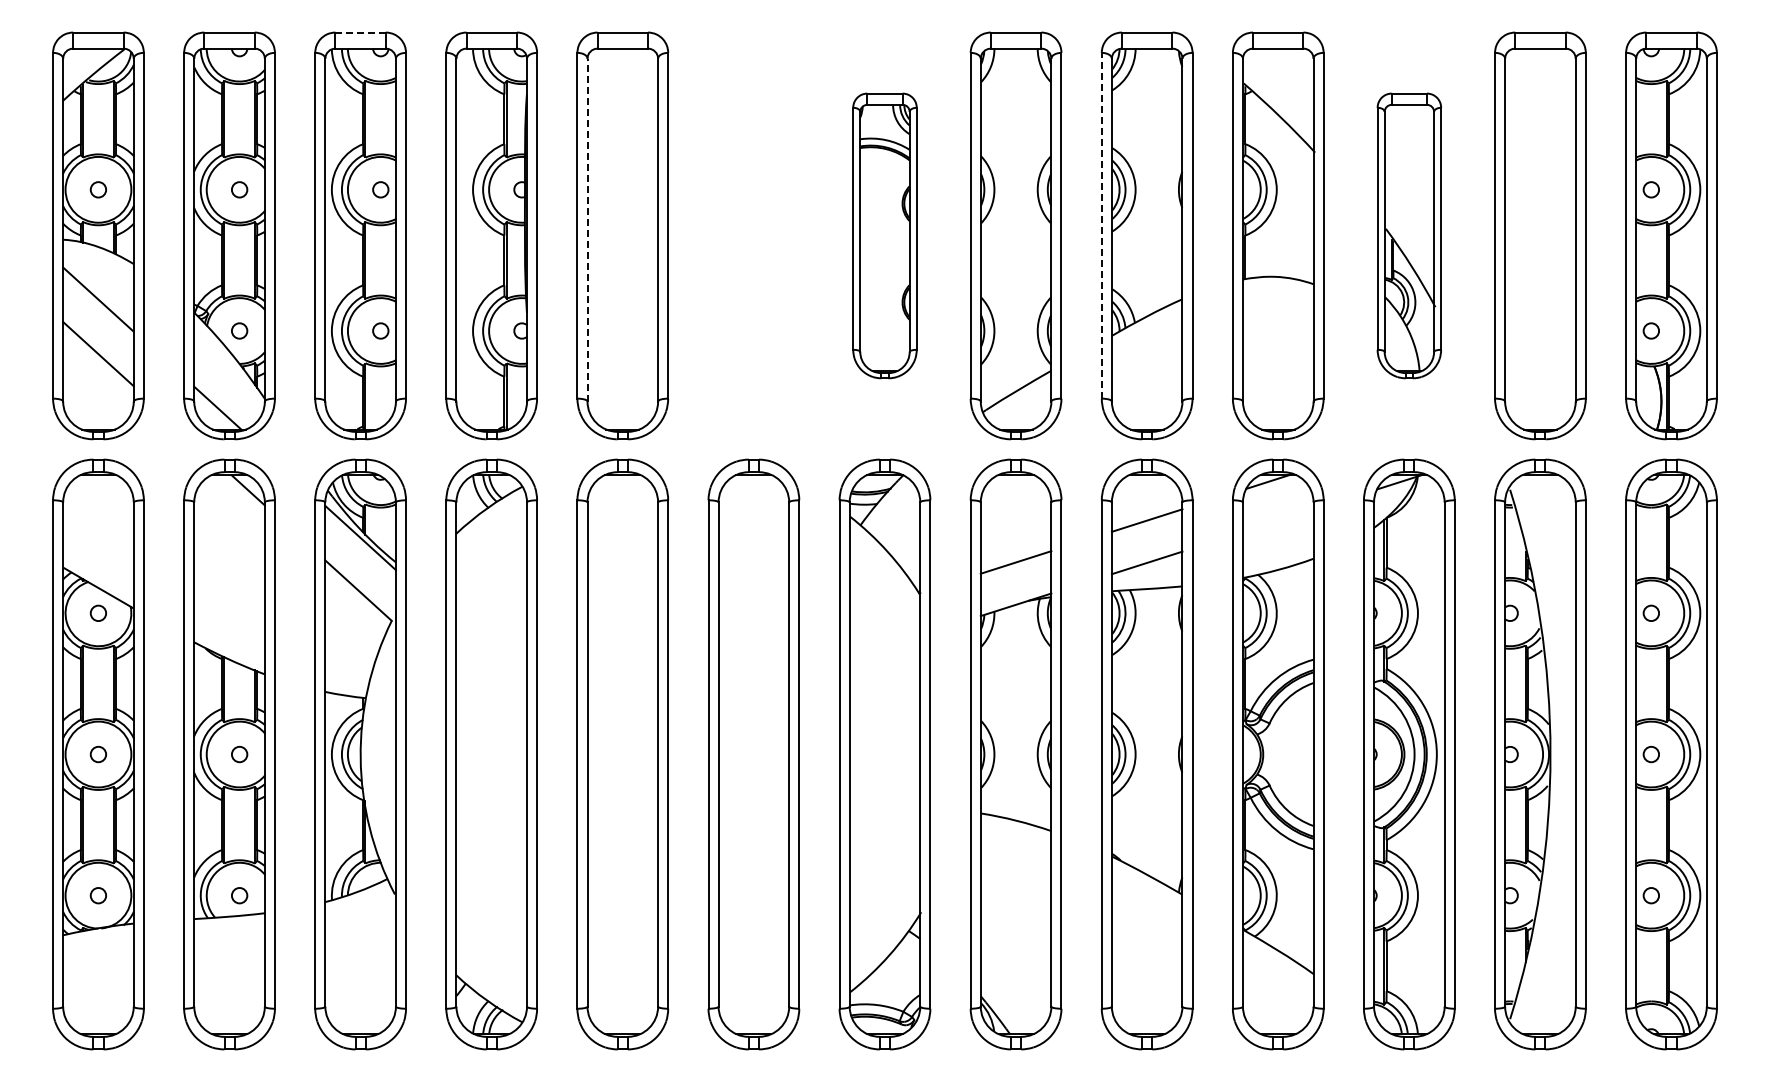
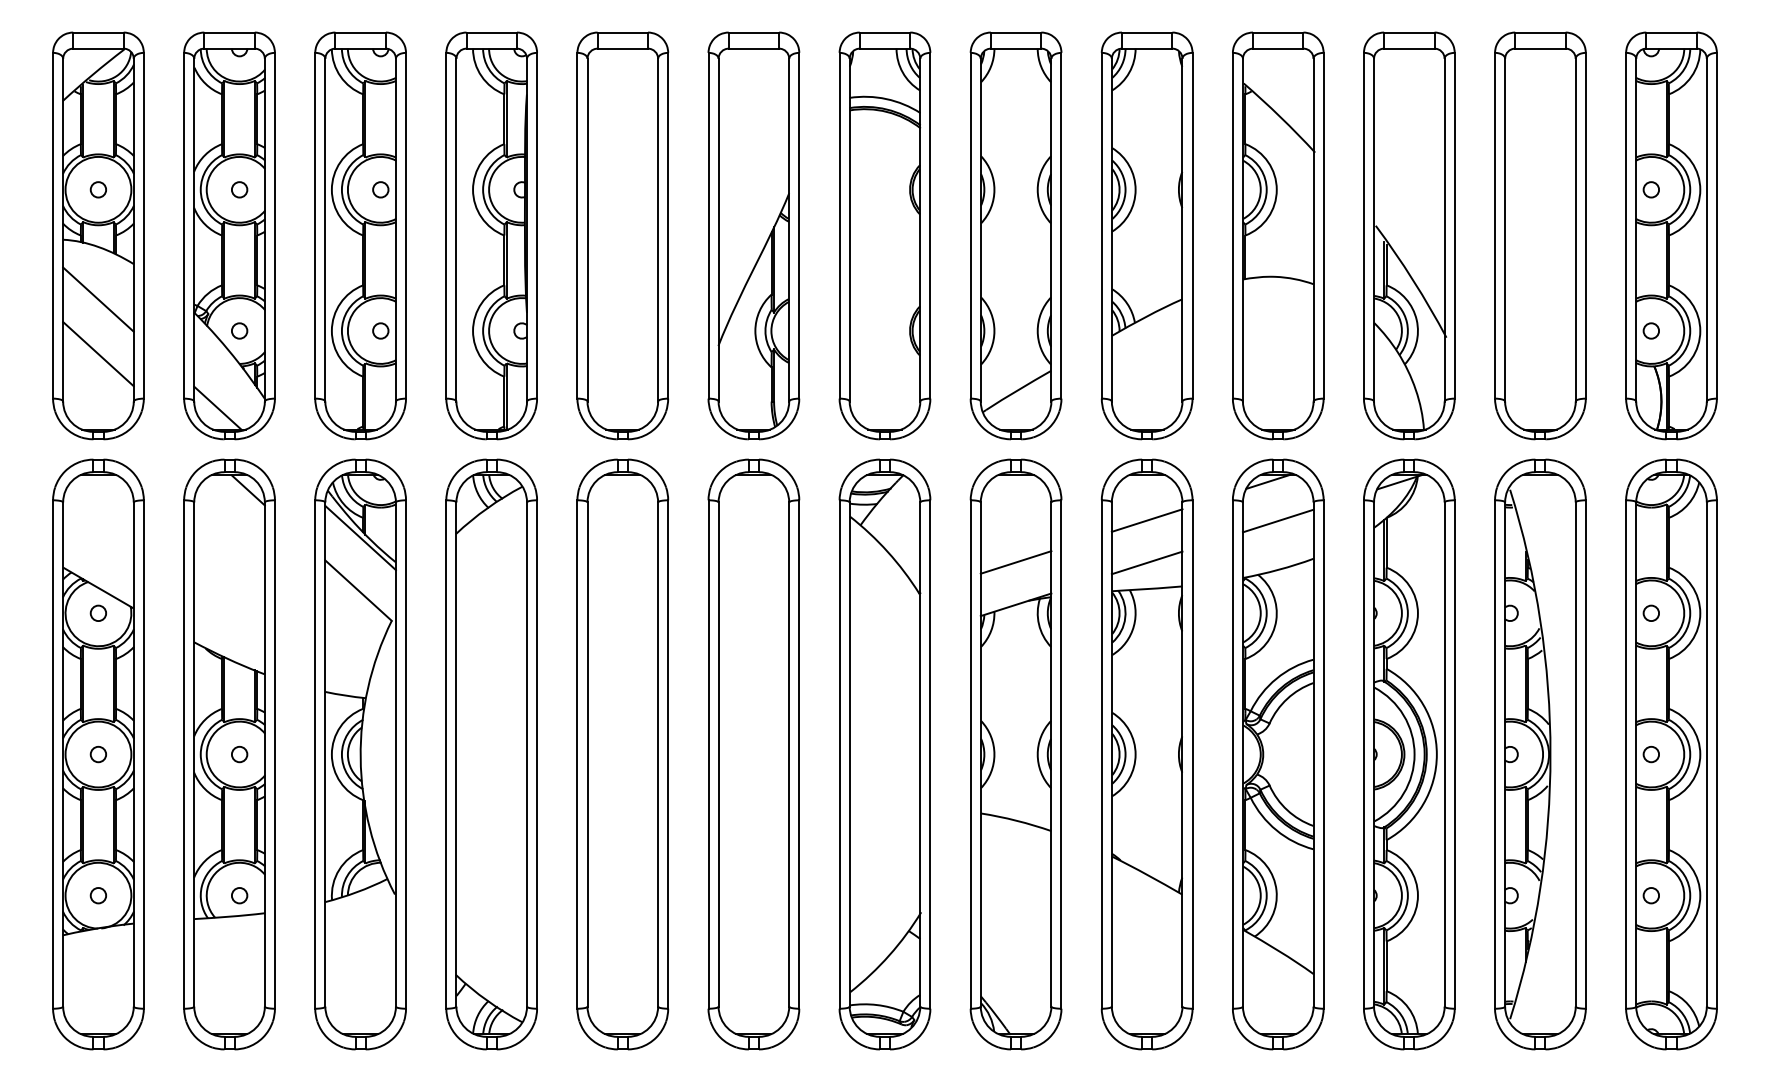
line at (361, 32): dashed -> solid
line at (1101, 225): dashed -> solid
line at (587, 229): dashed -> solid
part at (753, 235): none -> present
part at (884, 235) size: 66x288 px -> 94x410 px
part at (1408, 235) size: 66x288 px -> 93x410 px
line at (1277, 520): none -> present
